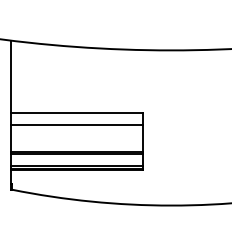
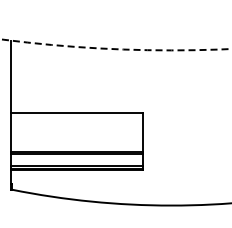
arc at (114, 49): solid -> dashed
line at (76, 125): present -> none
